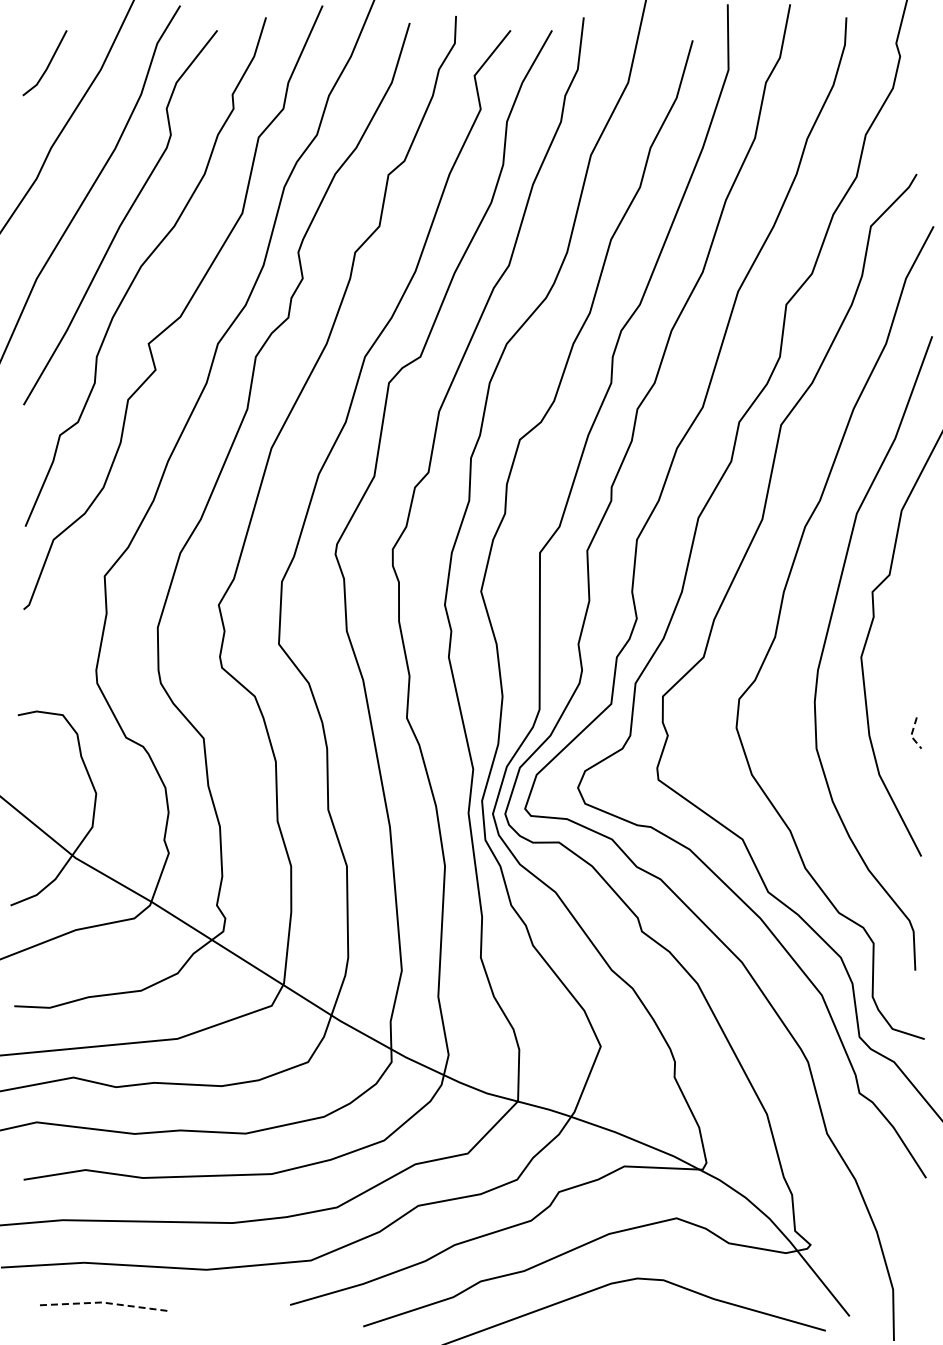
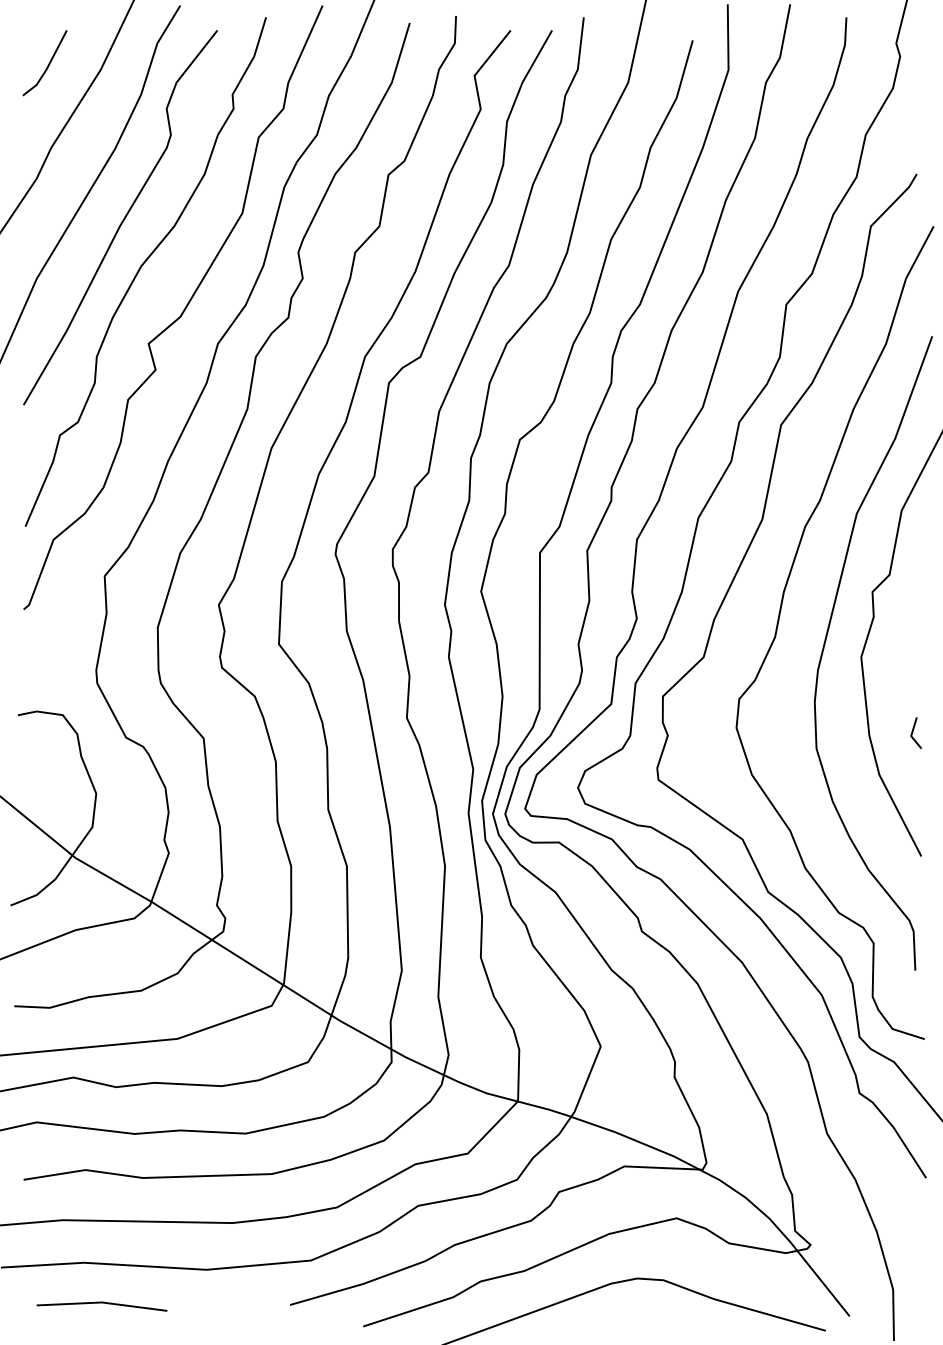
line at (911, 735): dashed -> solid
line at (102, 1302): dashed -> solid
